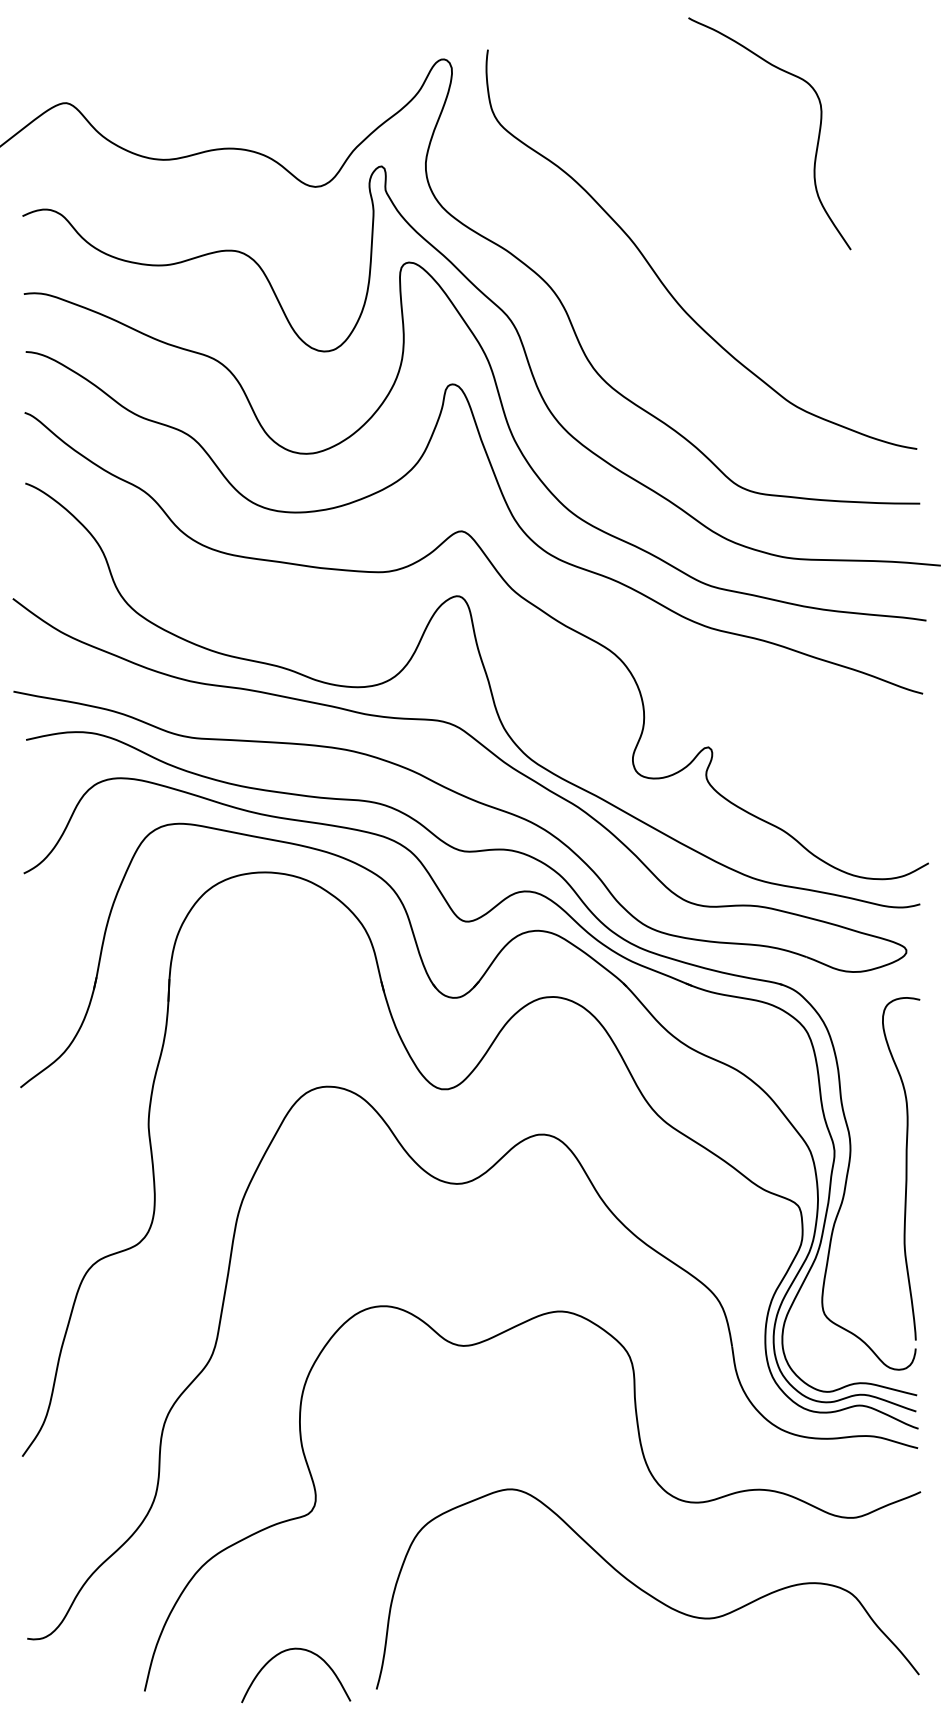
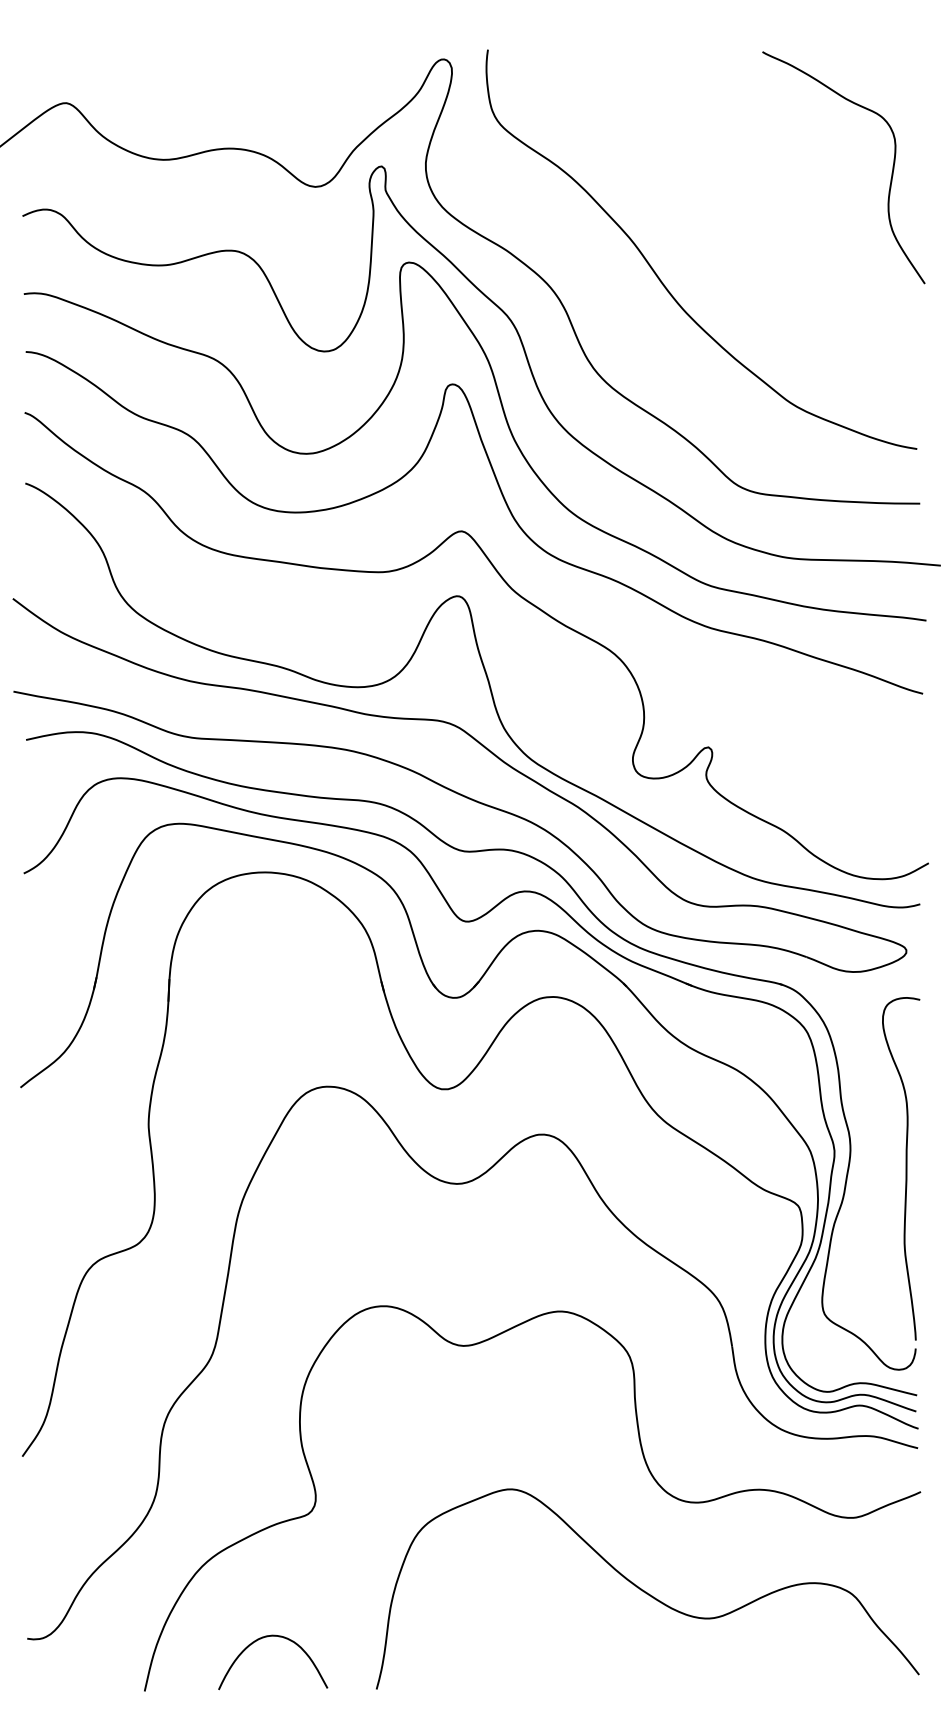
curve at (817, 138) position: (817, 138) -> (891, 172)
curve at (290, 1650) position: (290, 1650) -> (267, 1637)
